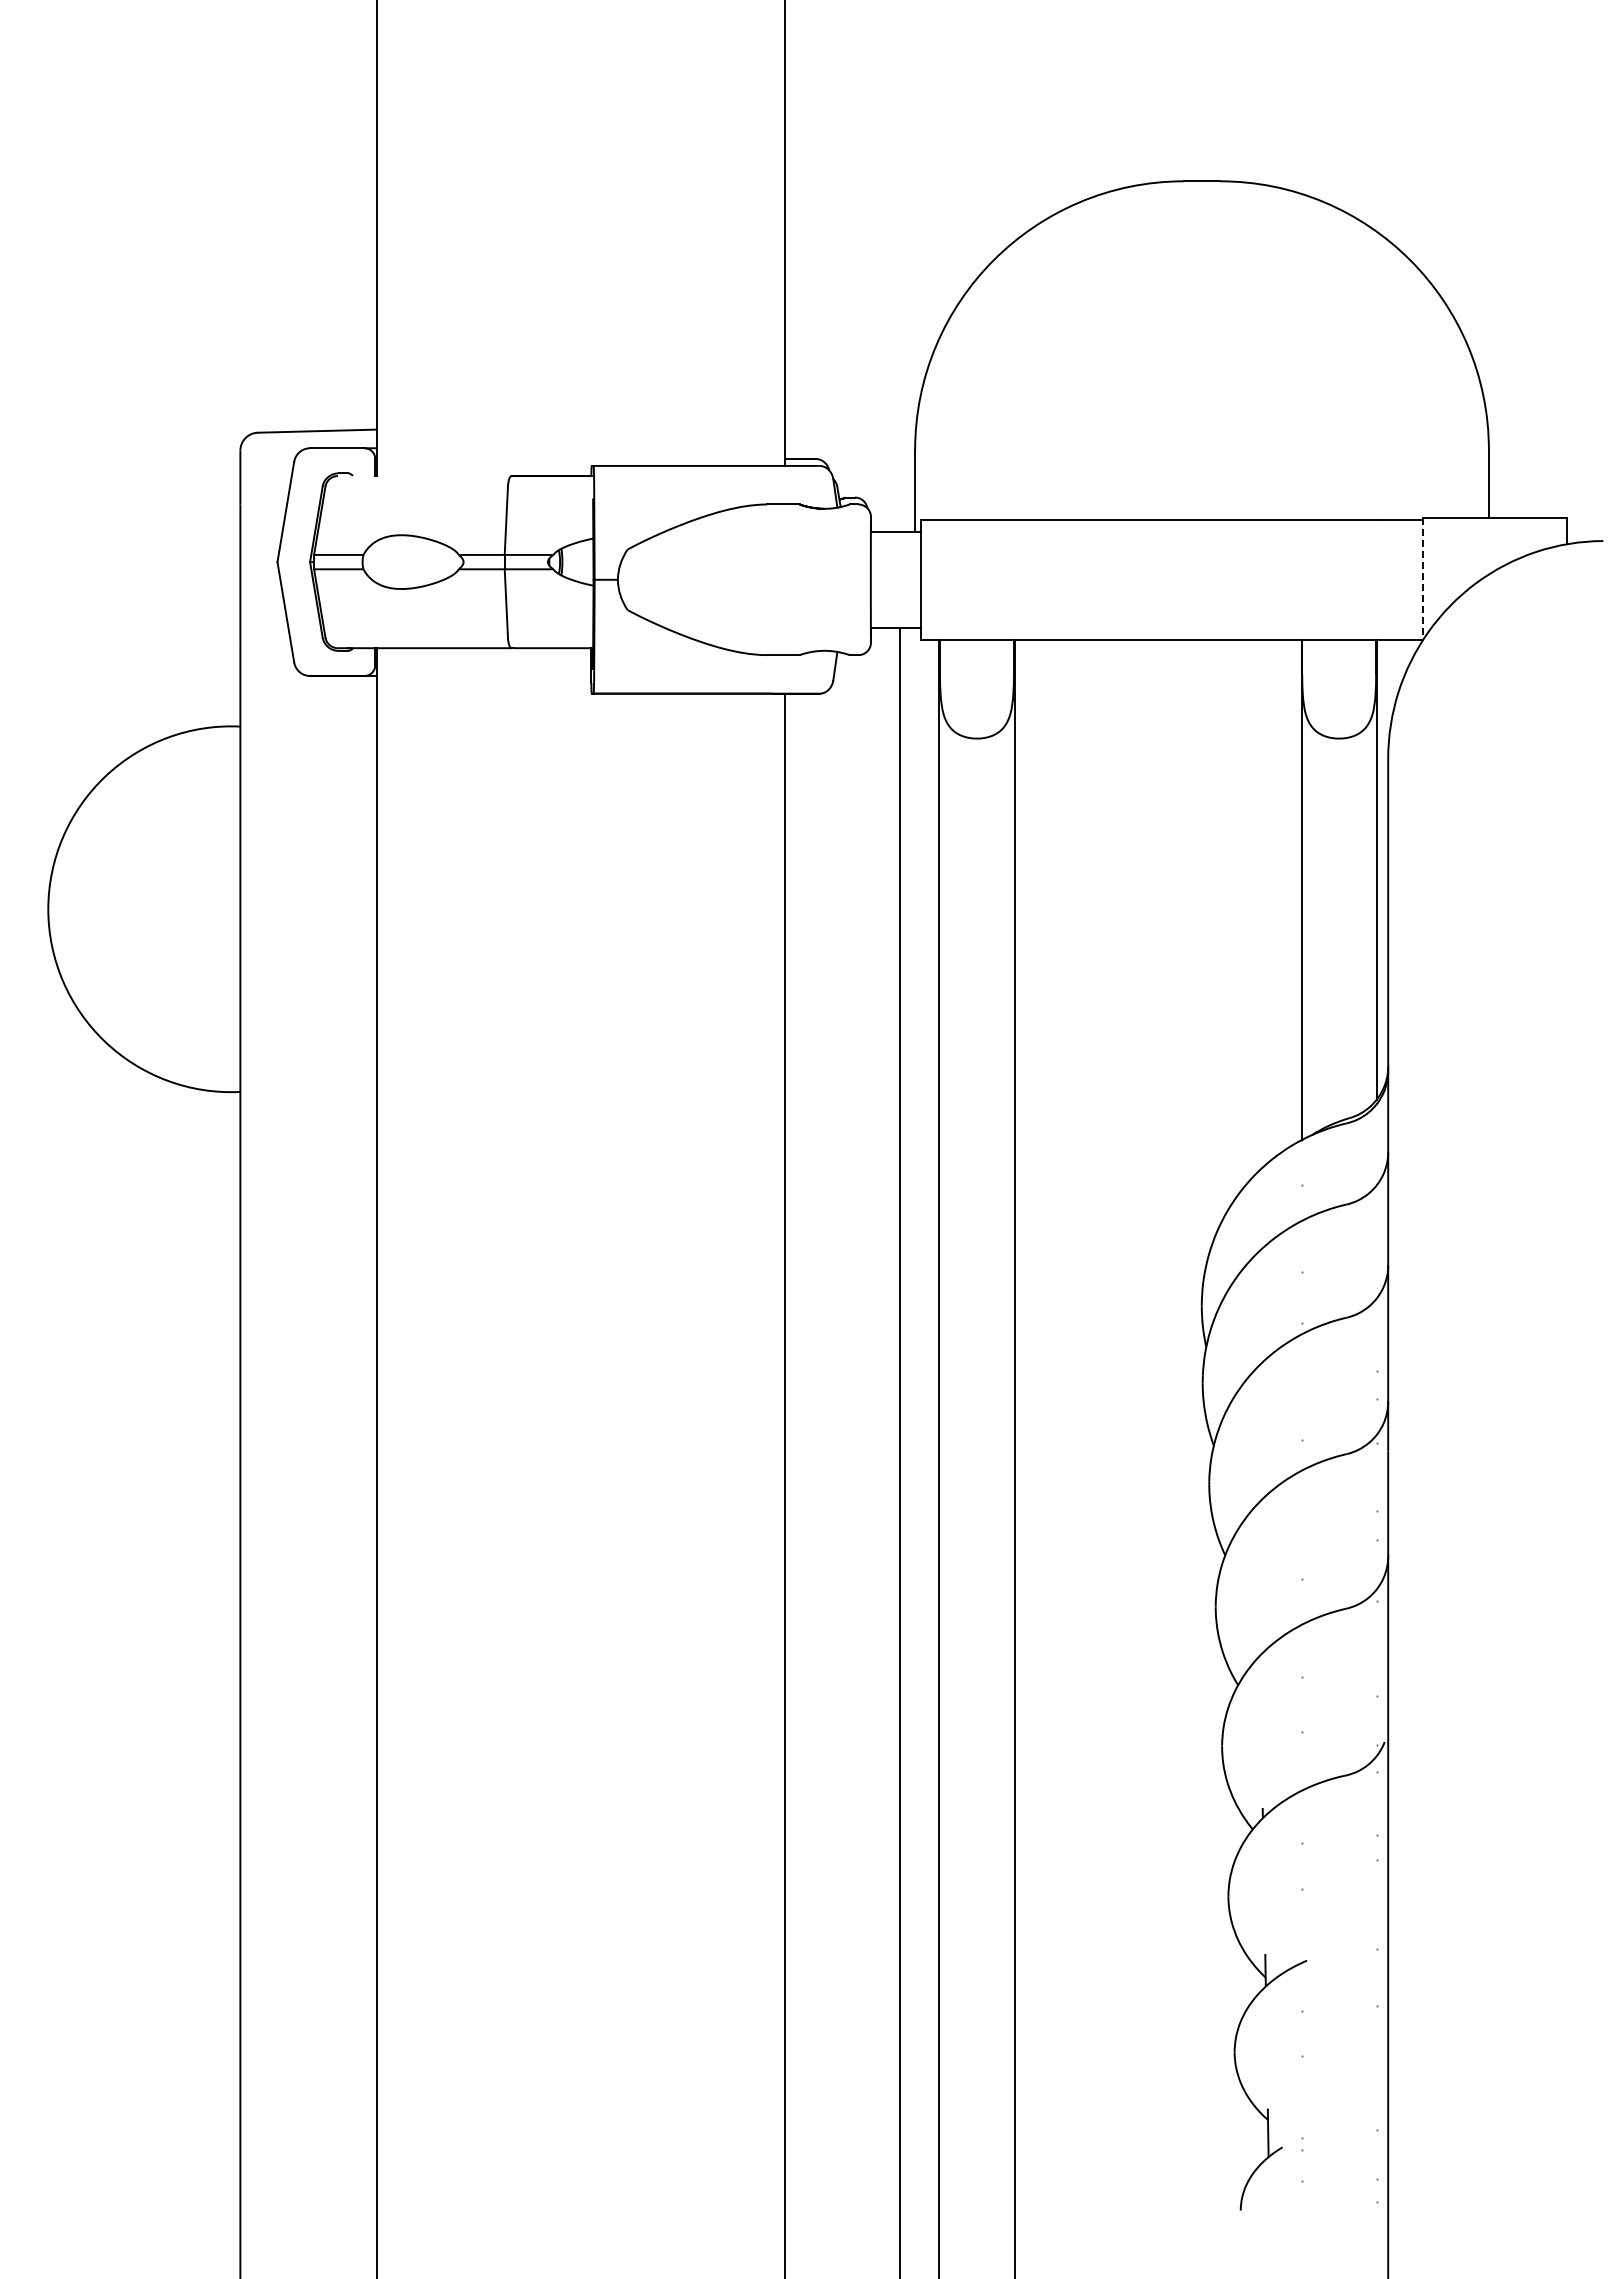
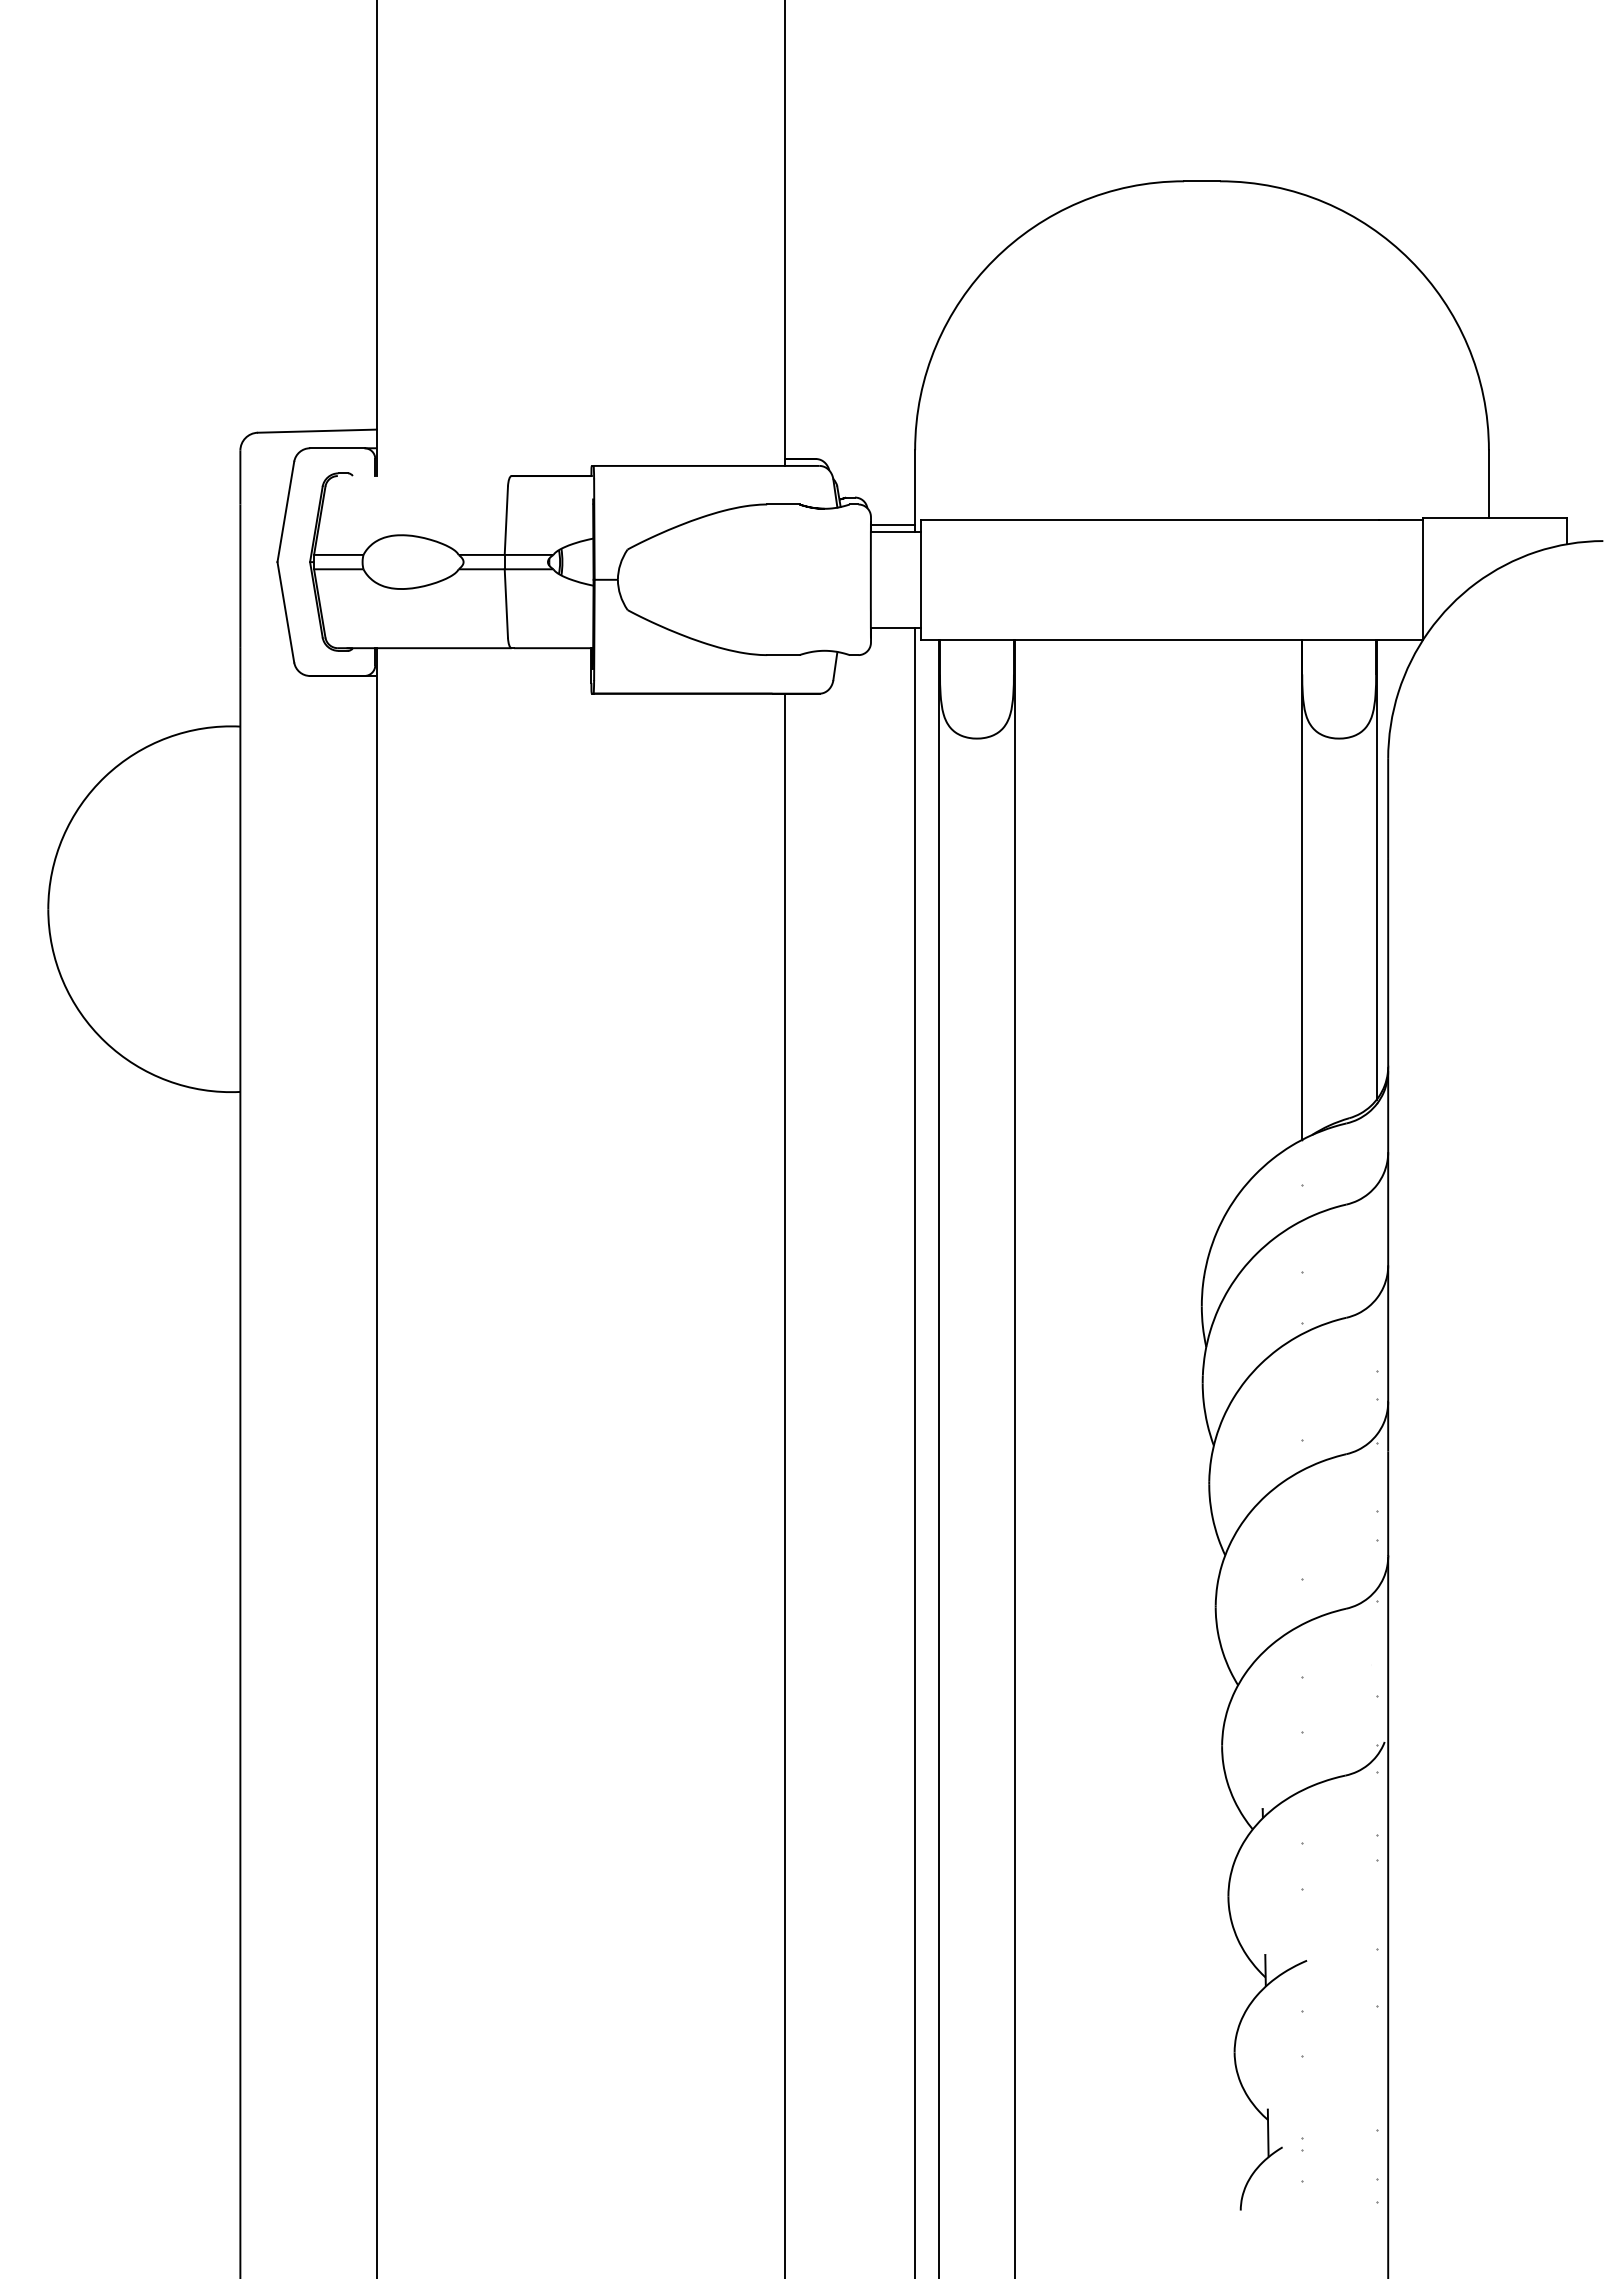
line at (893, 524): none -> present
line at (1423, 578): dashed -> solid
line at (900, 1451) position: (900, 1451) -> (915, 1451)
